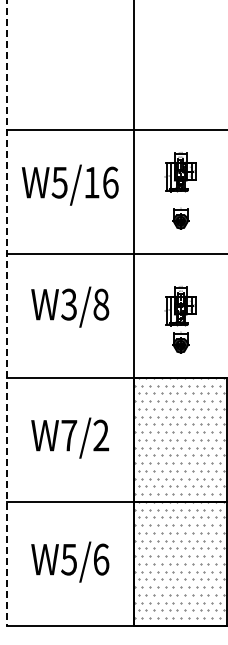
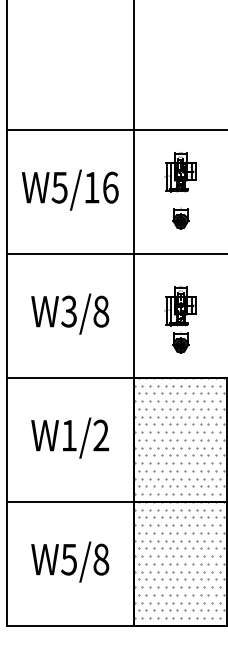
text at (69, 184) position: (69, 184) -> (69, 189)
text at (70, 306) position: (70, 306) -> (70, 313)
line at (6, 312): dashed -> solid
text at (69, 435): W7/2 -> W1/2
text at (101, 559): W5/6 -> W5/8
